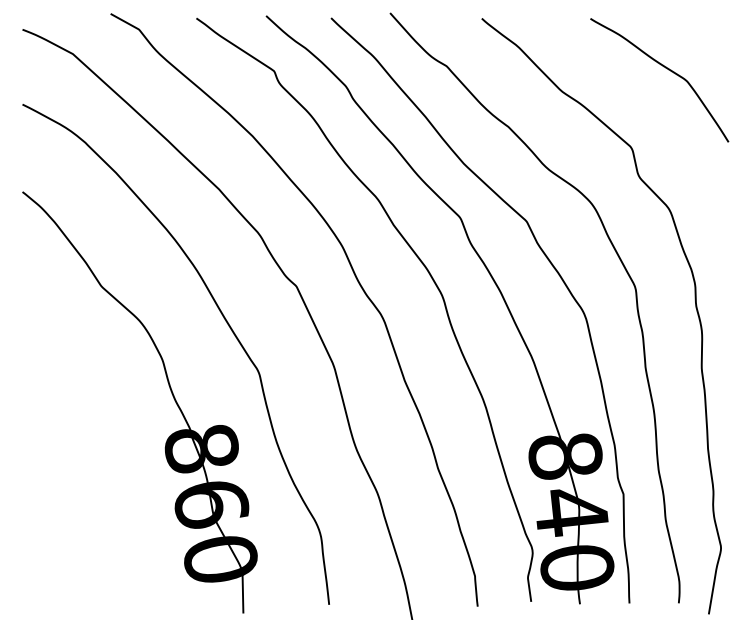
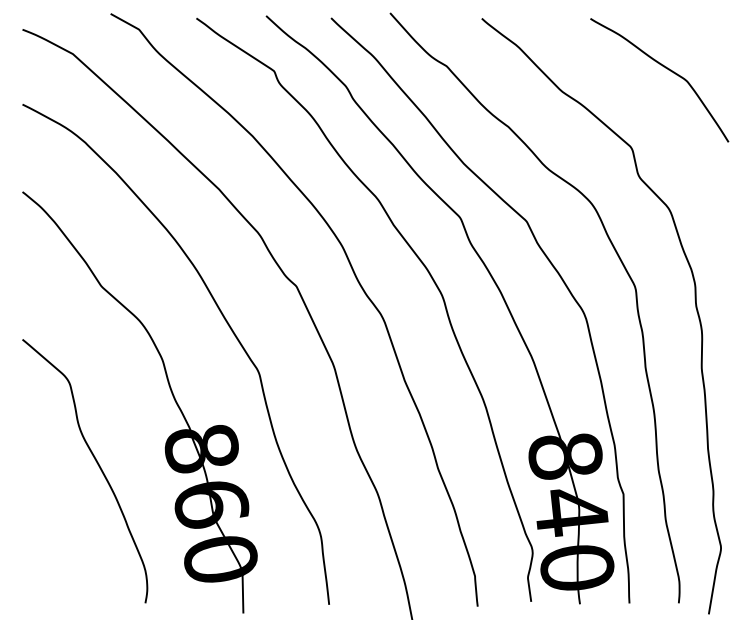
curve at (96, 463): none -> present
